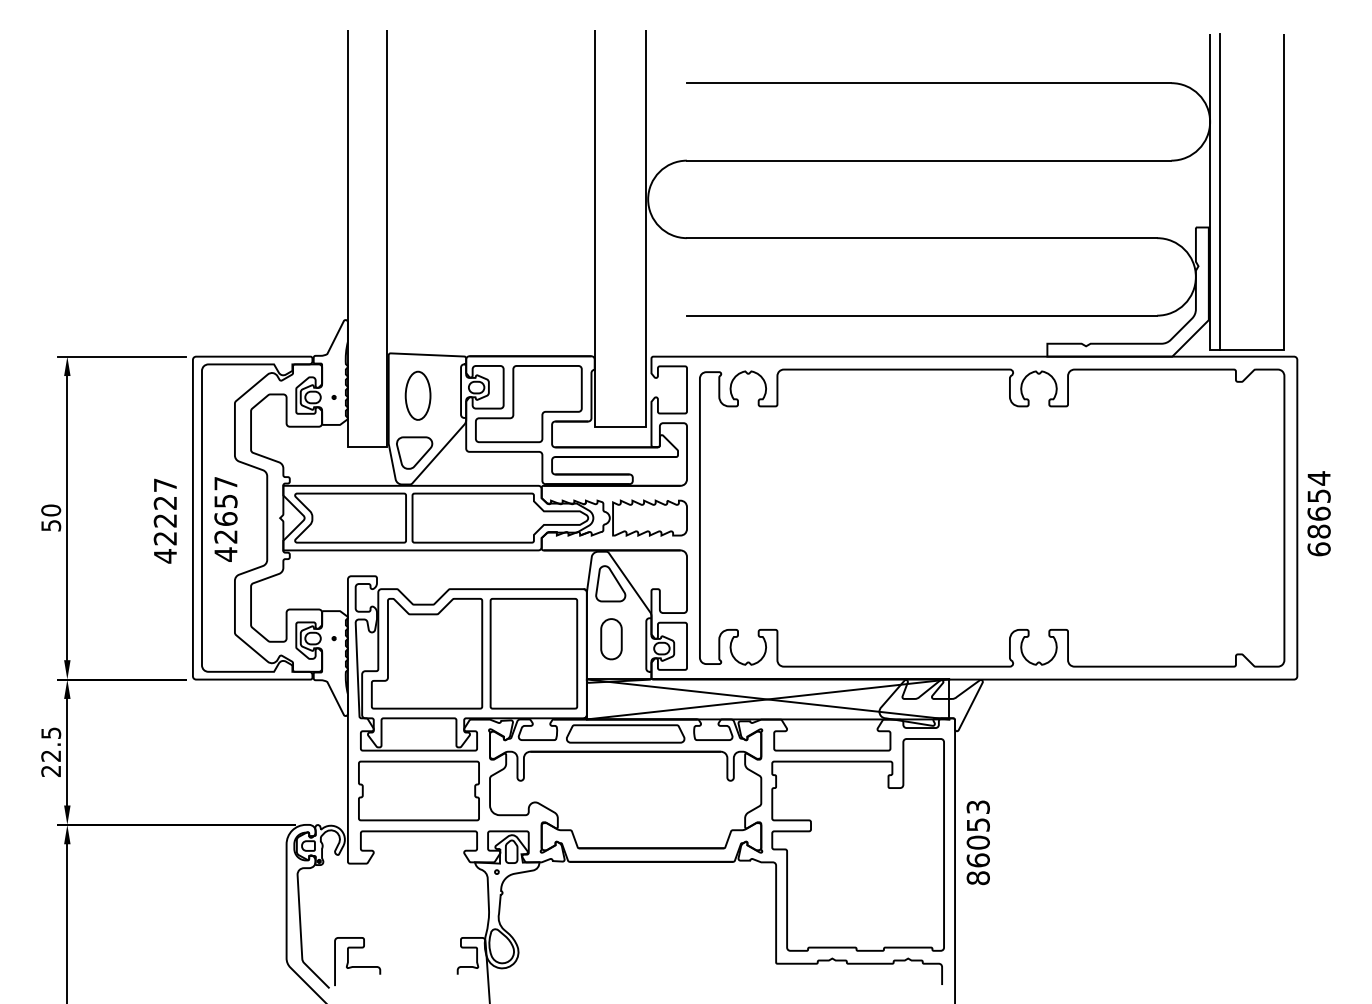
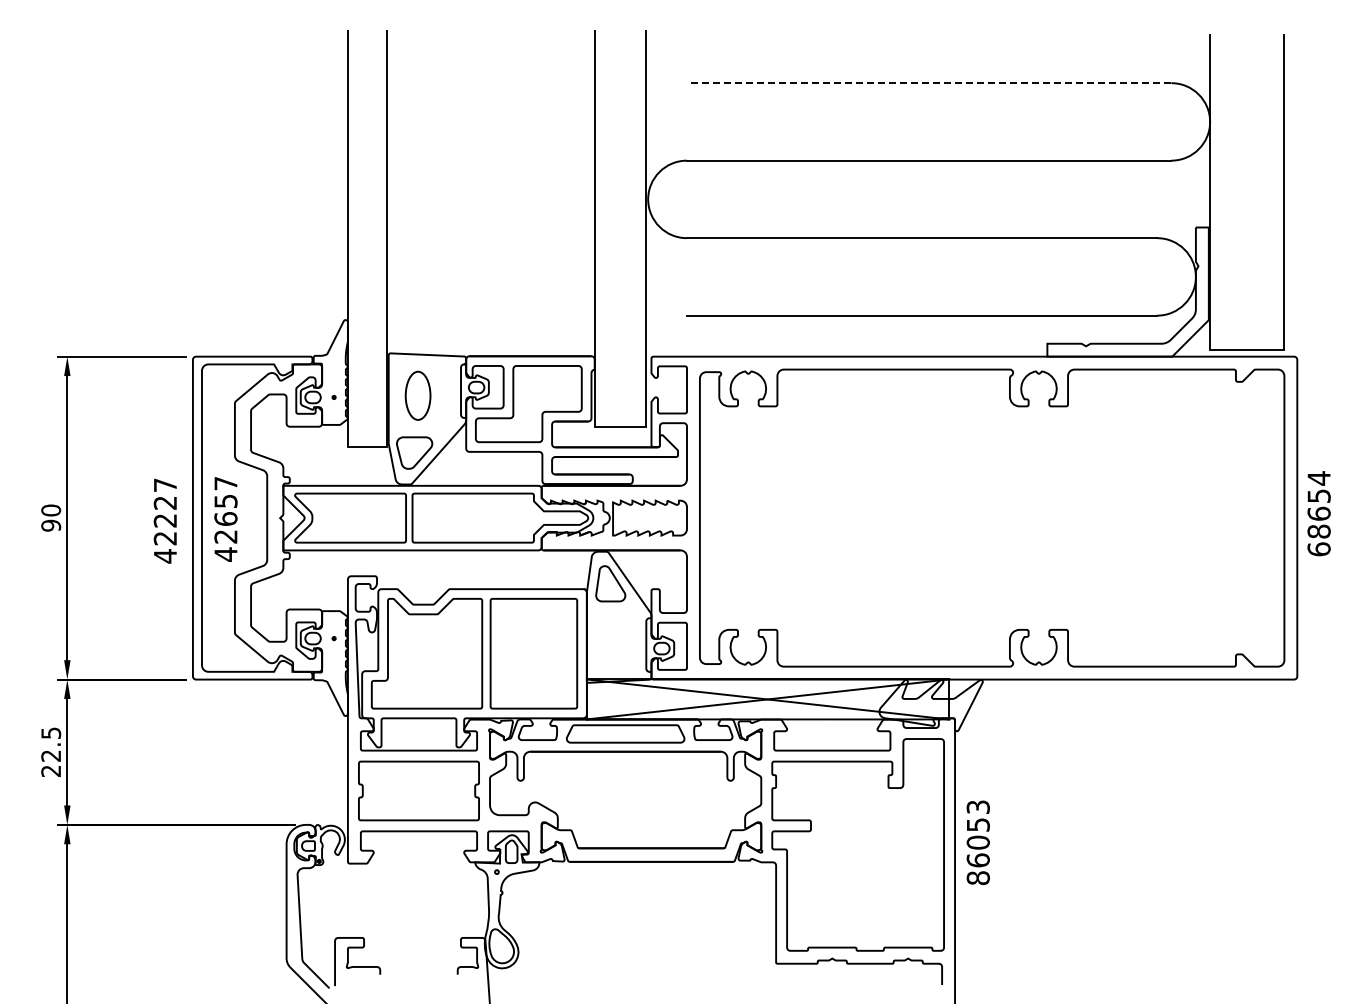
line at (928, 83): solid -> dashed
line at (1219, 191): present -> none
text at (50, 525): 50 -> 90
part at (611, 639): present -> none
